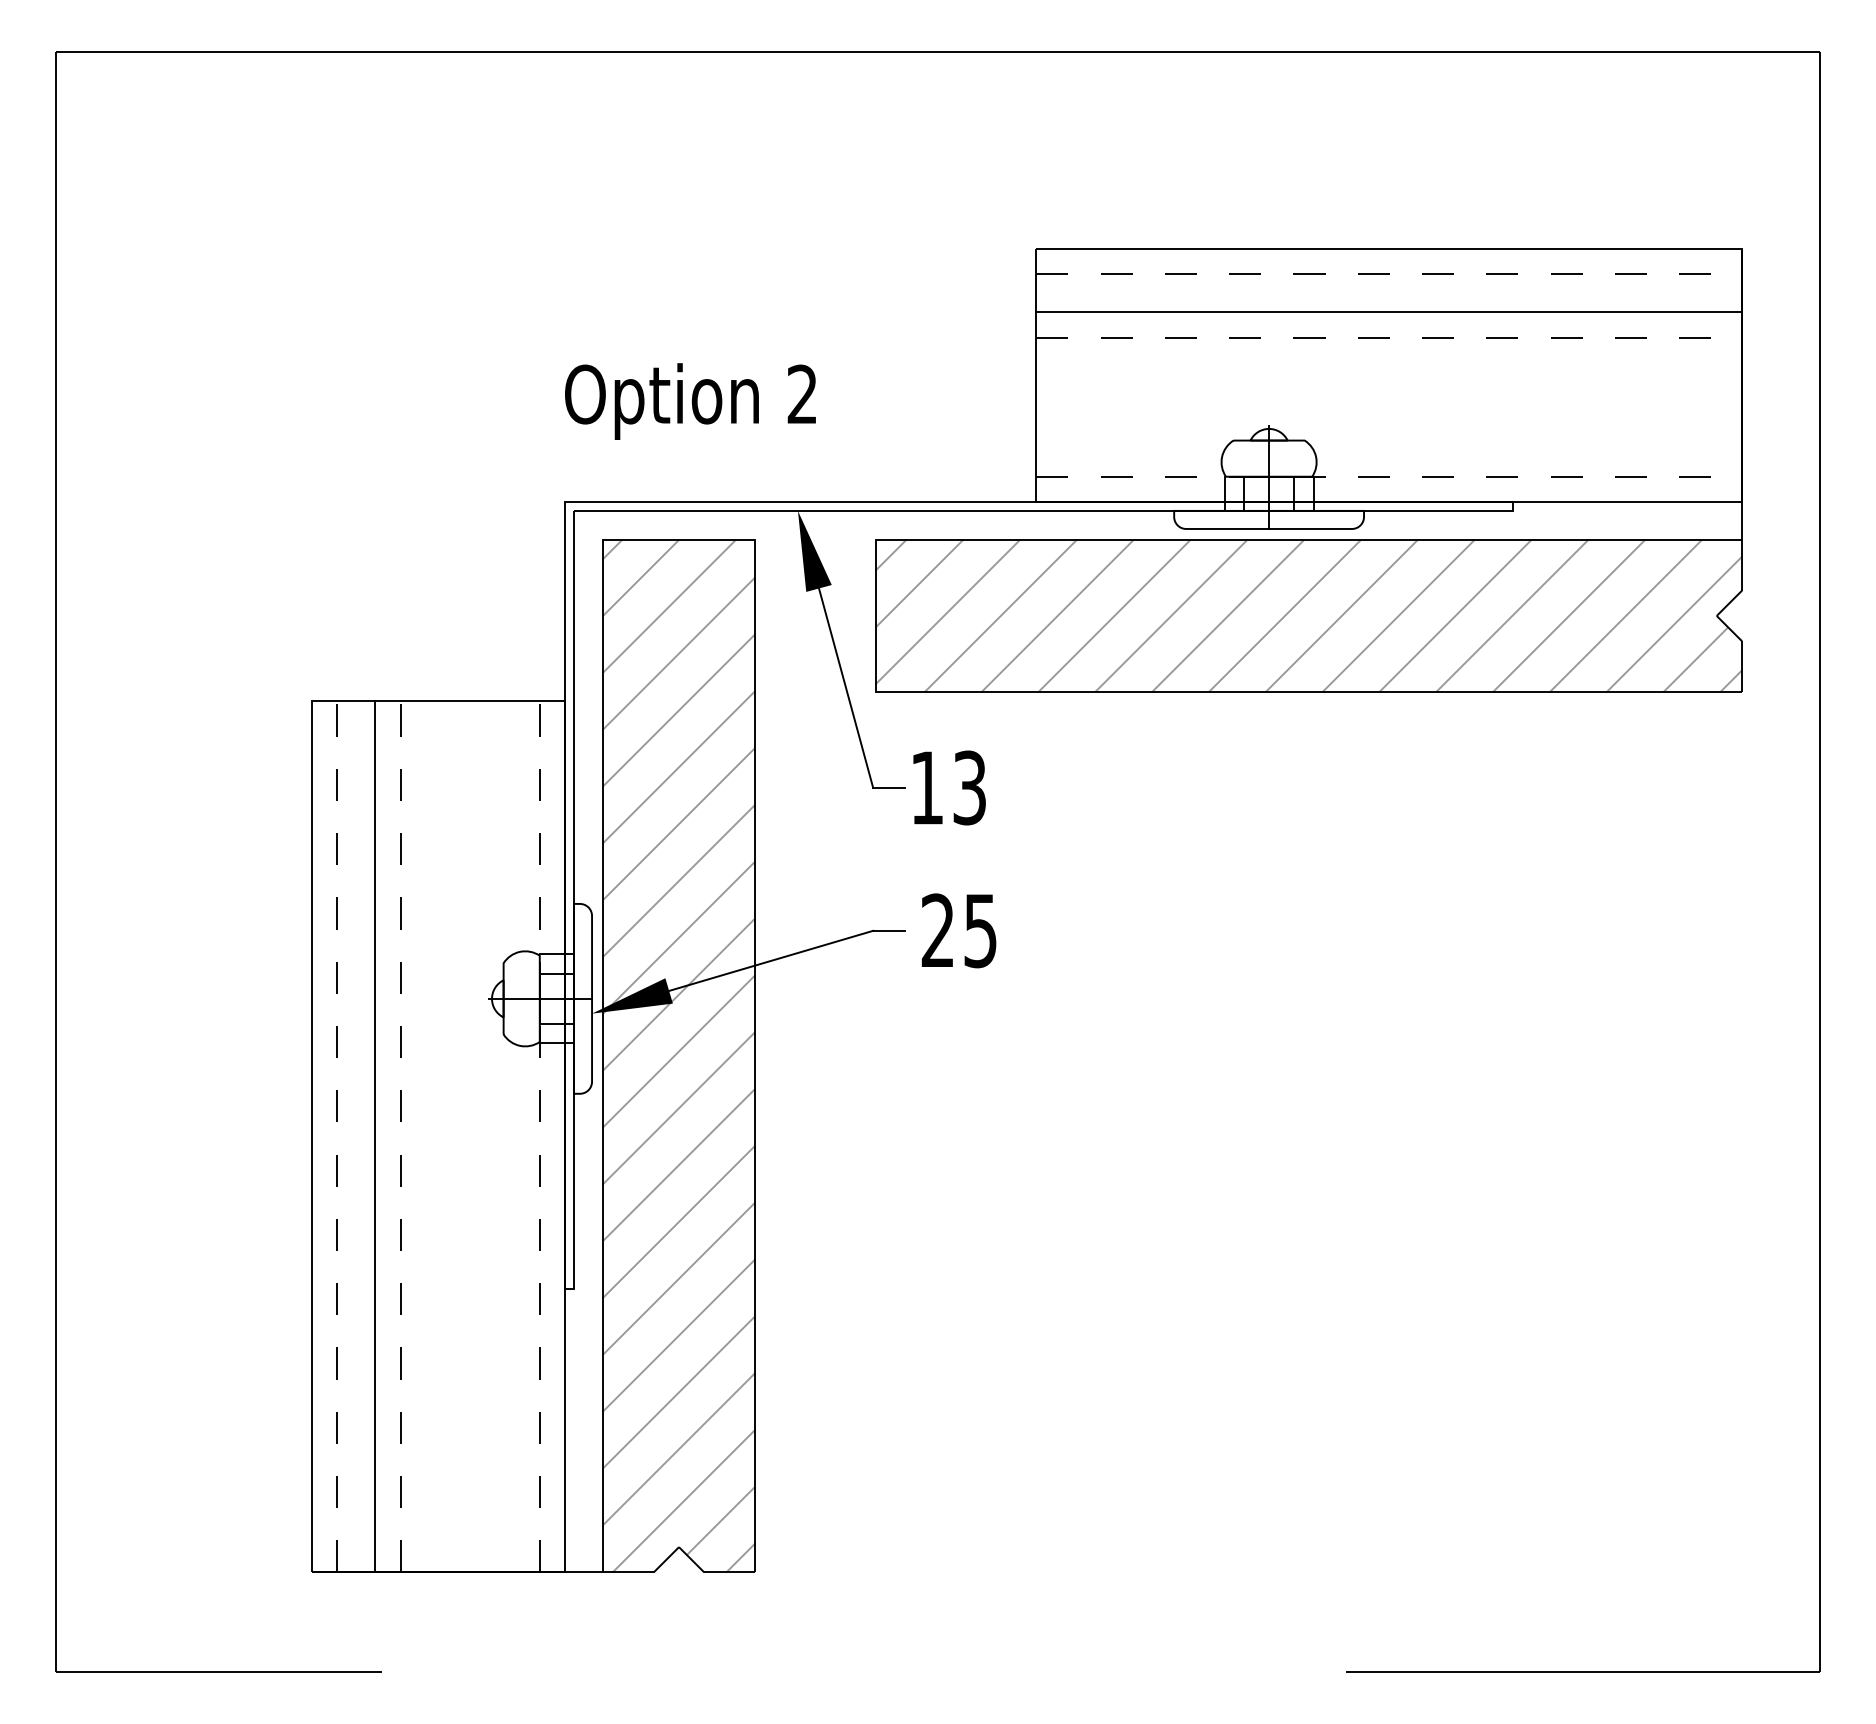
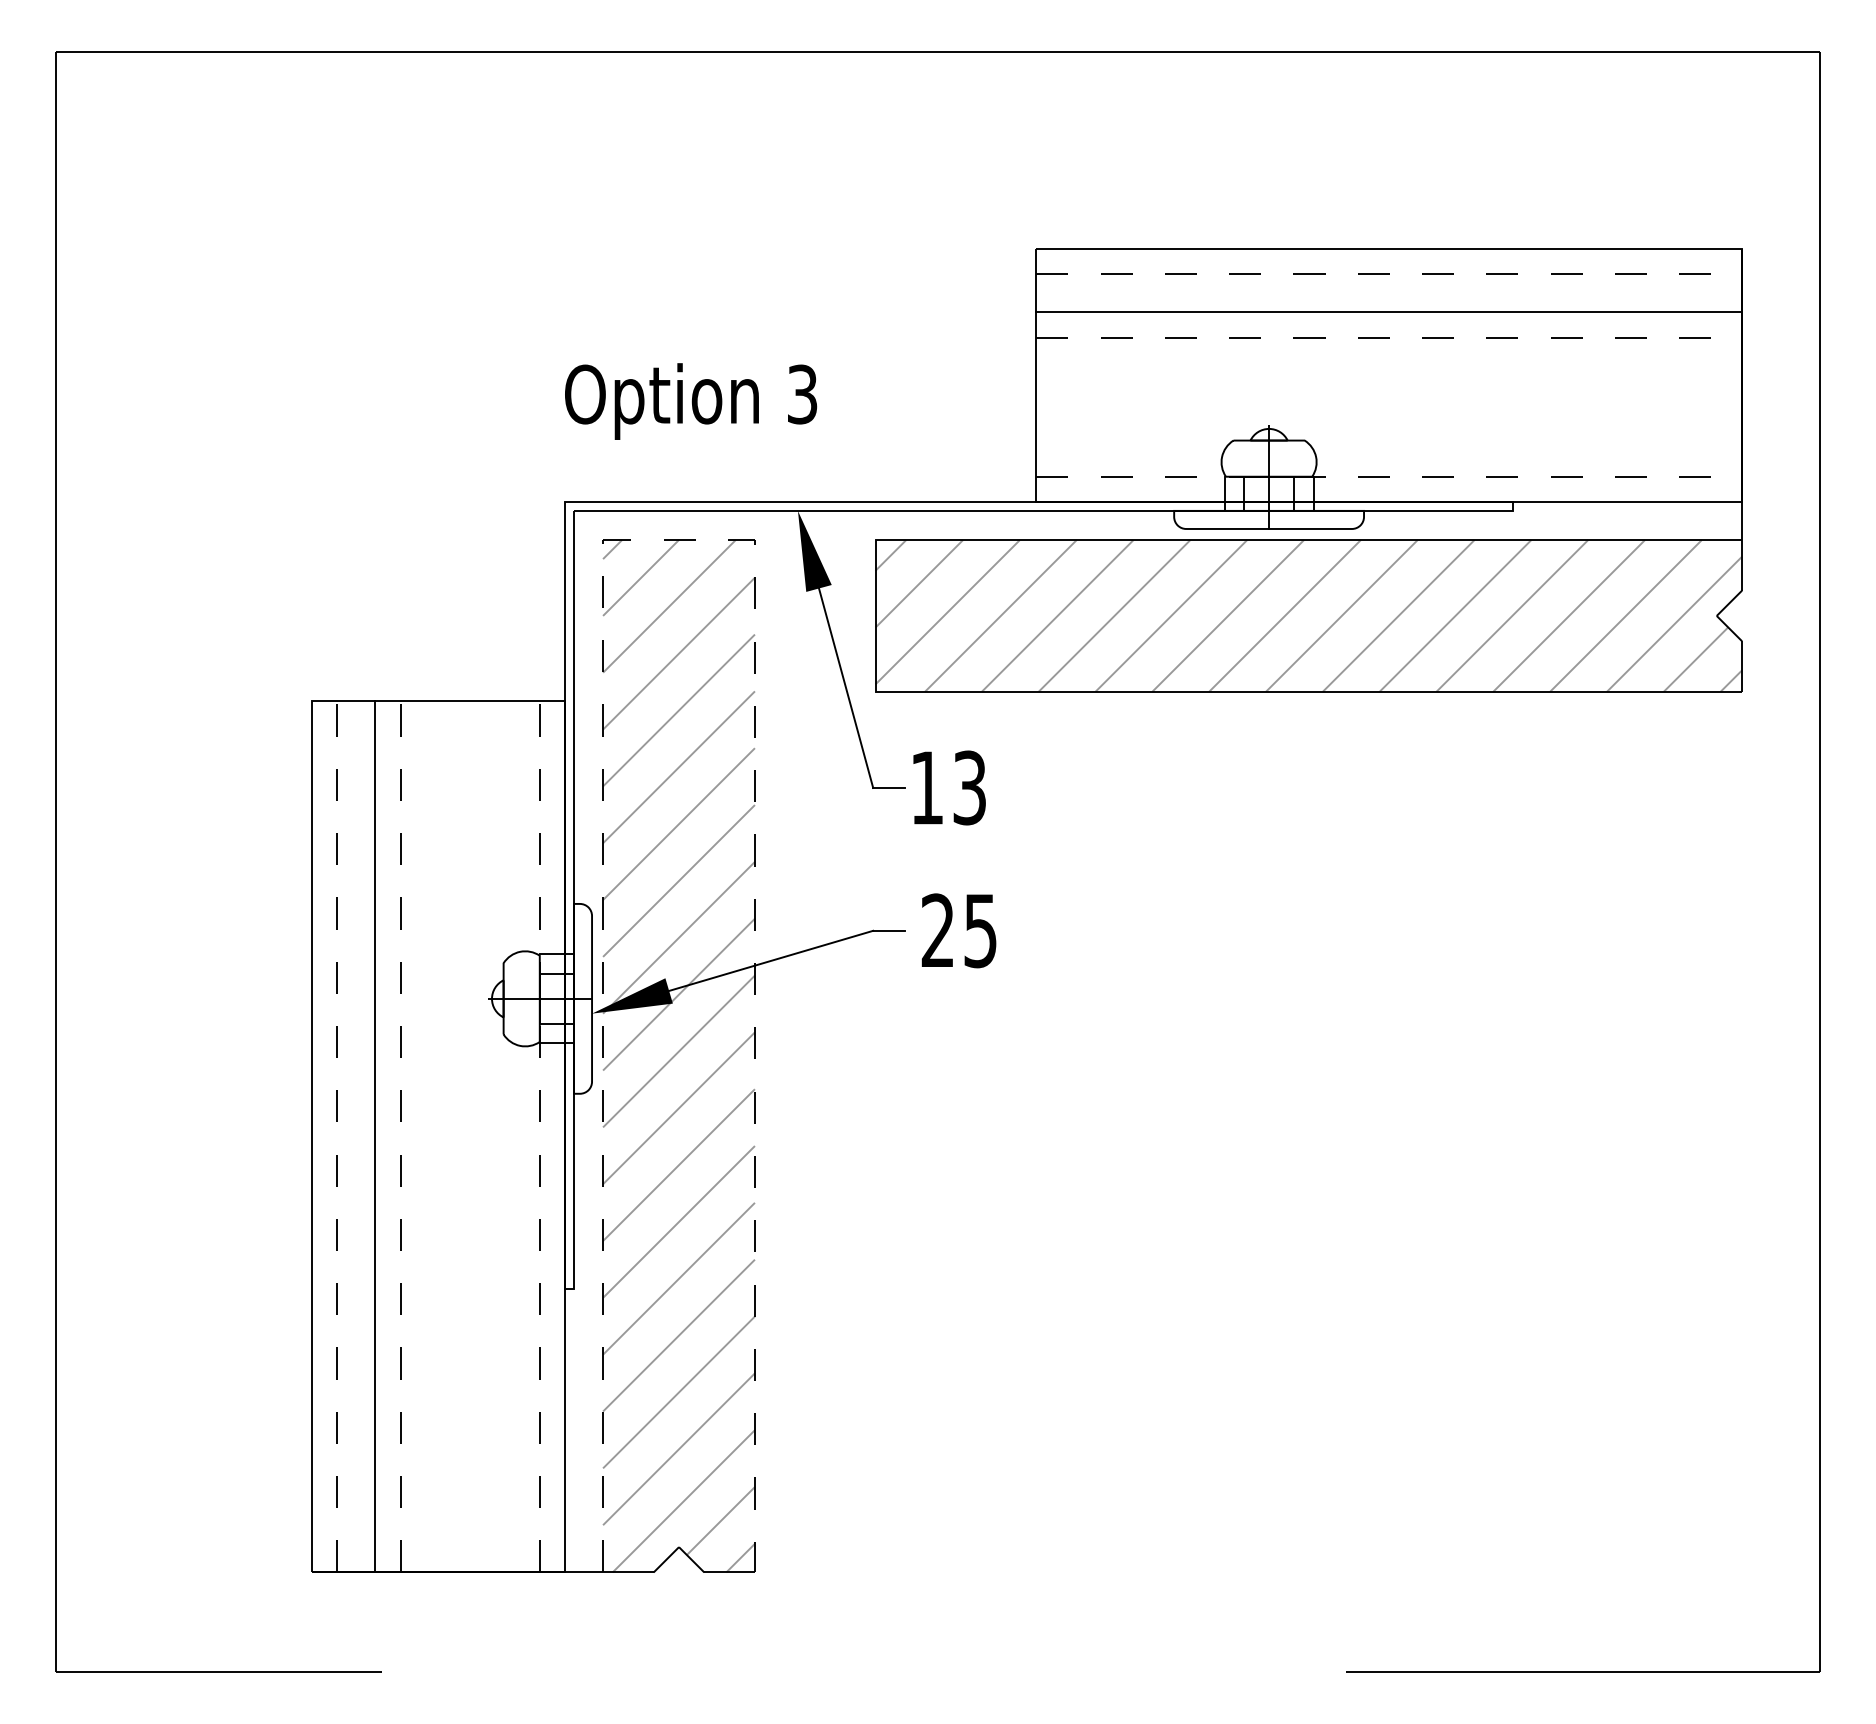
text at (802, 394): 2 -> 3
line at (679, 540): solid -> dashed
